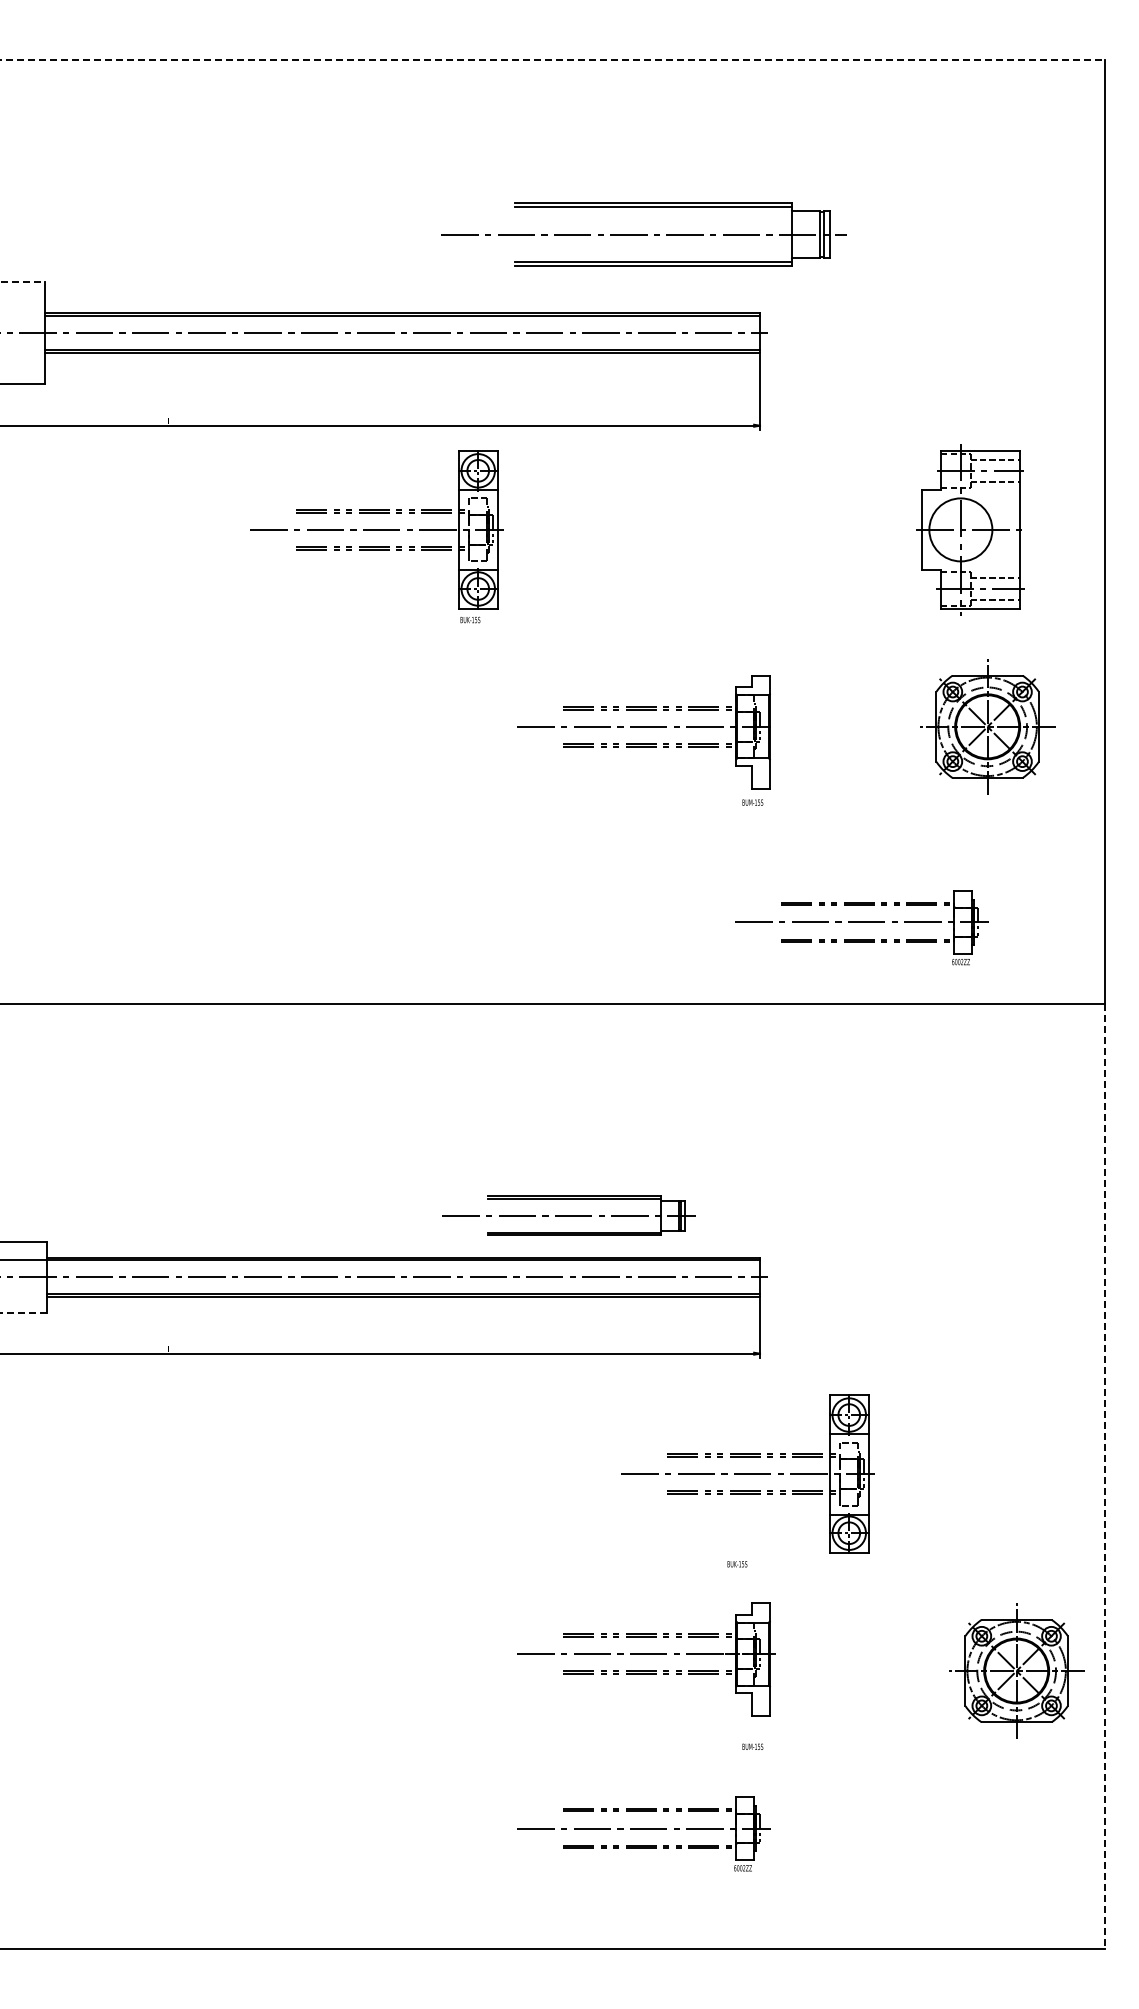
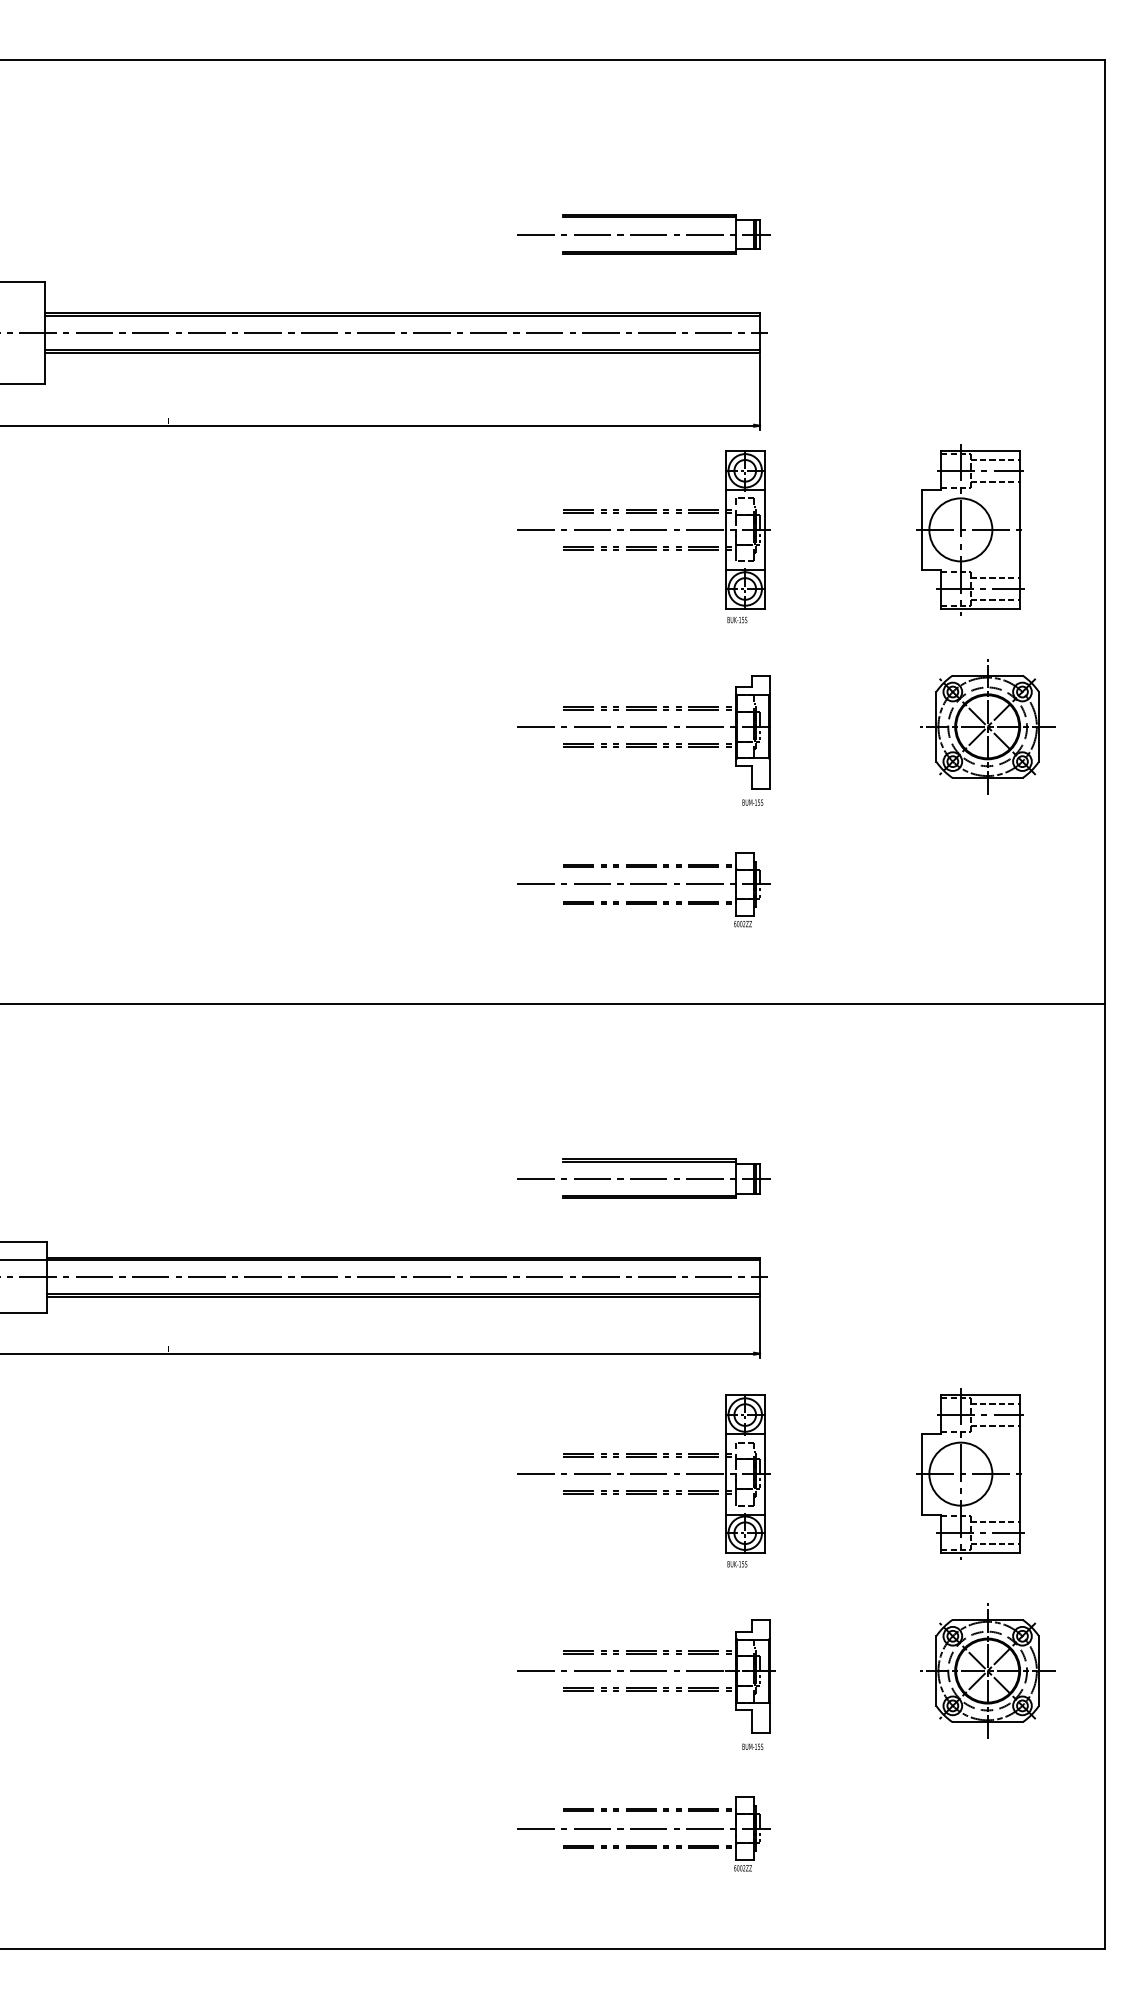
line at (552, 60): dashed -> solid
part at (643, 234) size: 406x65 px -> 254x41 px
line at (23, 281): dashed -> solid
part at (376, 536) position: (376, 536) -> (643, 536)
part at (861, 927) position: (861, 927) -> (643, 889)
part at (568, 1215) position: (568, 1215) -> (643, 1178)
line at (23, 1312): dashed -> solid
part at (747, 1473) position: (747, 1473) -> (643, 1473)
part at (970, 1473): none -> present
line at (1104, 1477): dashed -> solid
part at (646, 1659) position: (646, 1659) -> (646, 1676)
part at (1016, 1670) position: (1016, 1670) -> (987, 1670)
